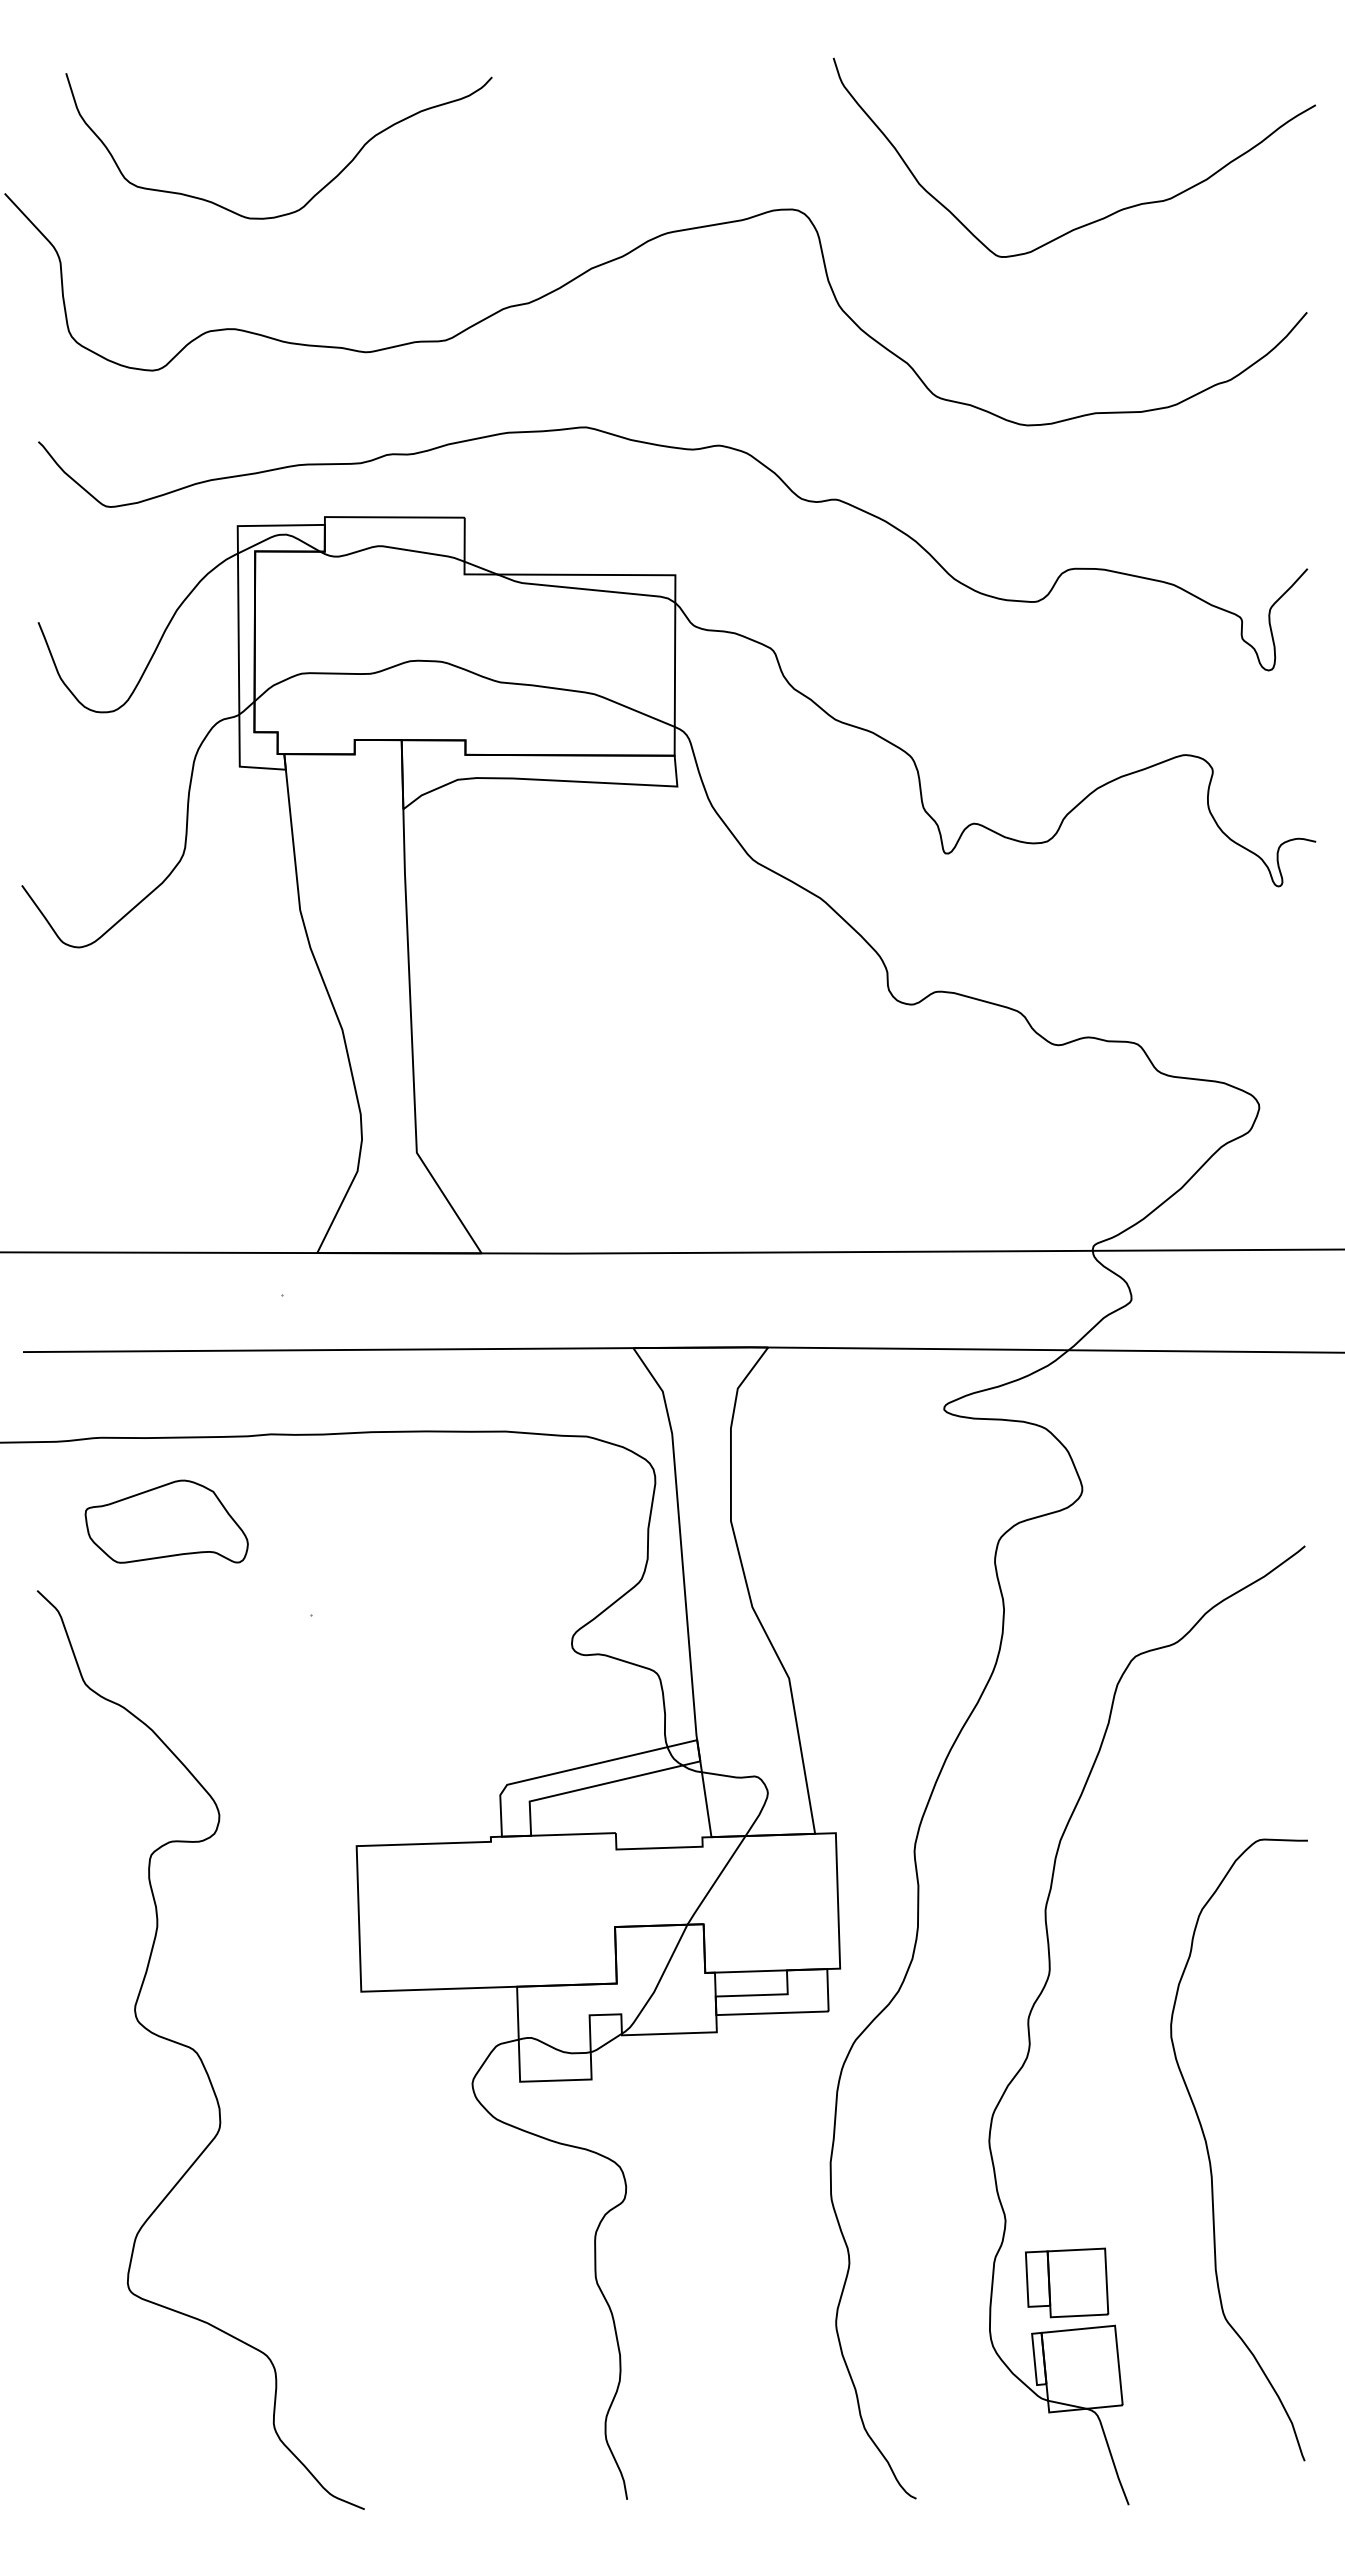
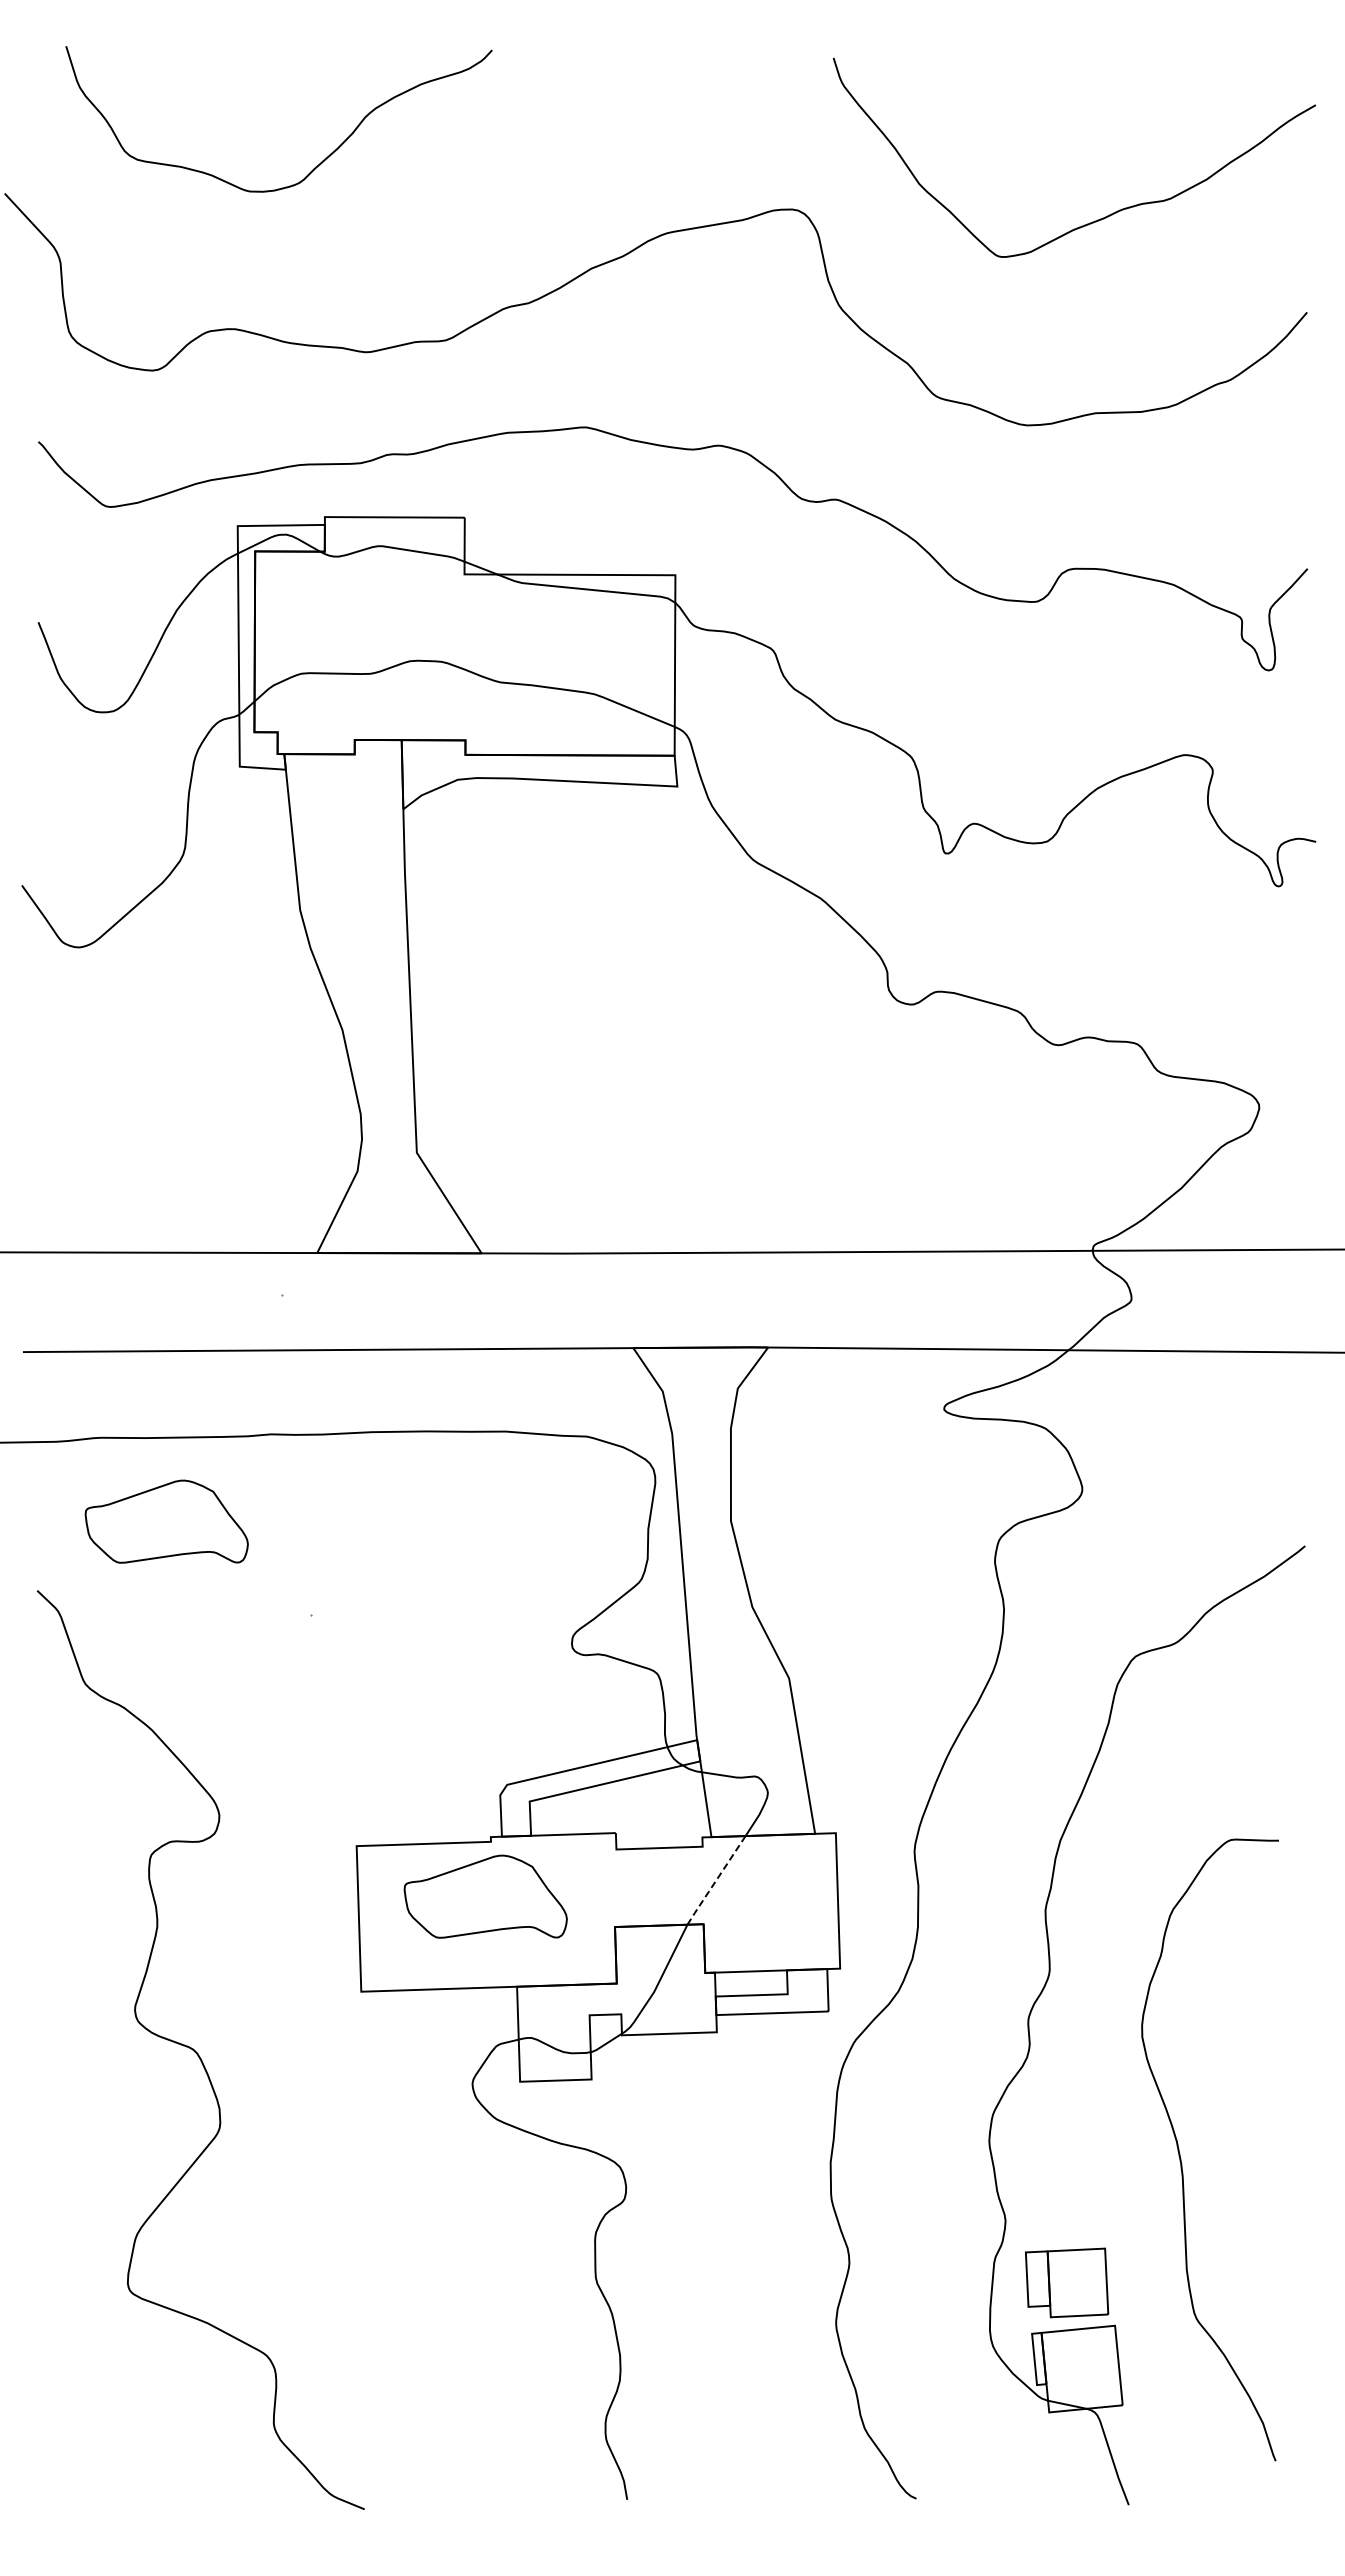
curve at (315, 193) position: (315, 193) -> (315, 166)
line at (716, 1880): solid -> dashed
part at (485, 1896): none -> present
curve at (1209, 2153) position: (1209, 2153) -> (1180, 2153)
